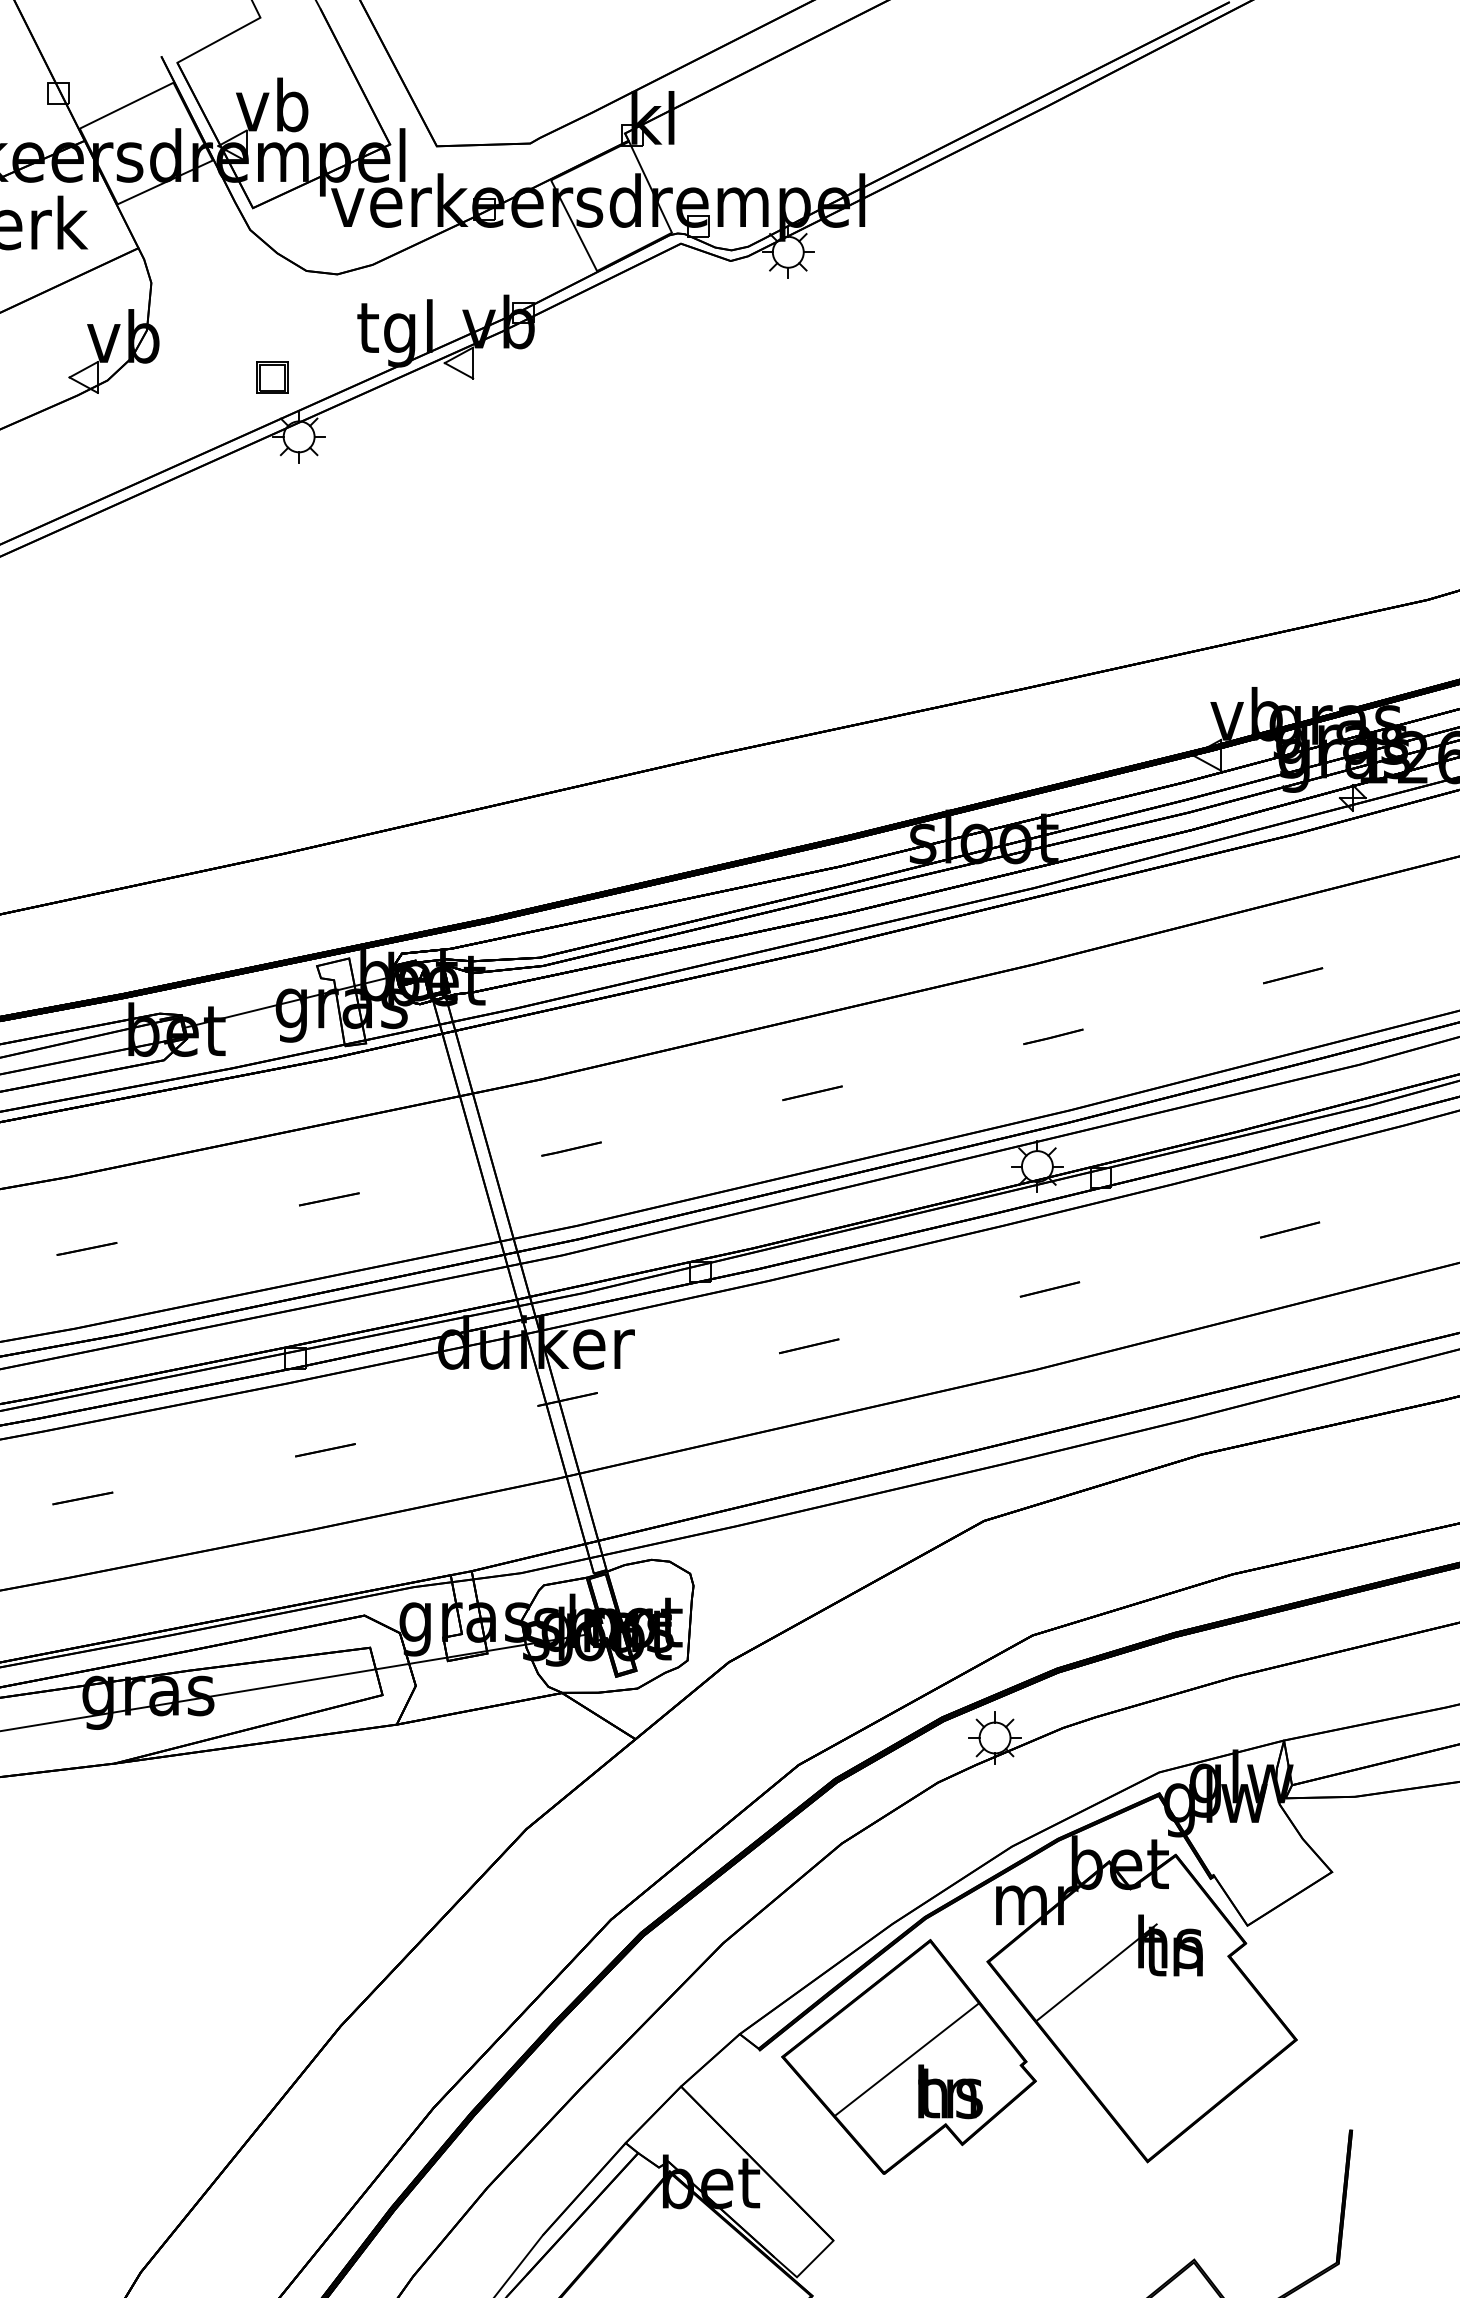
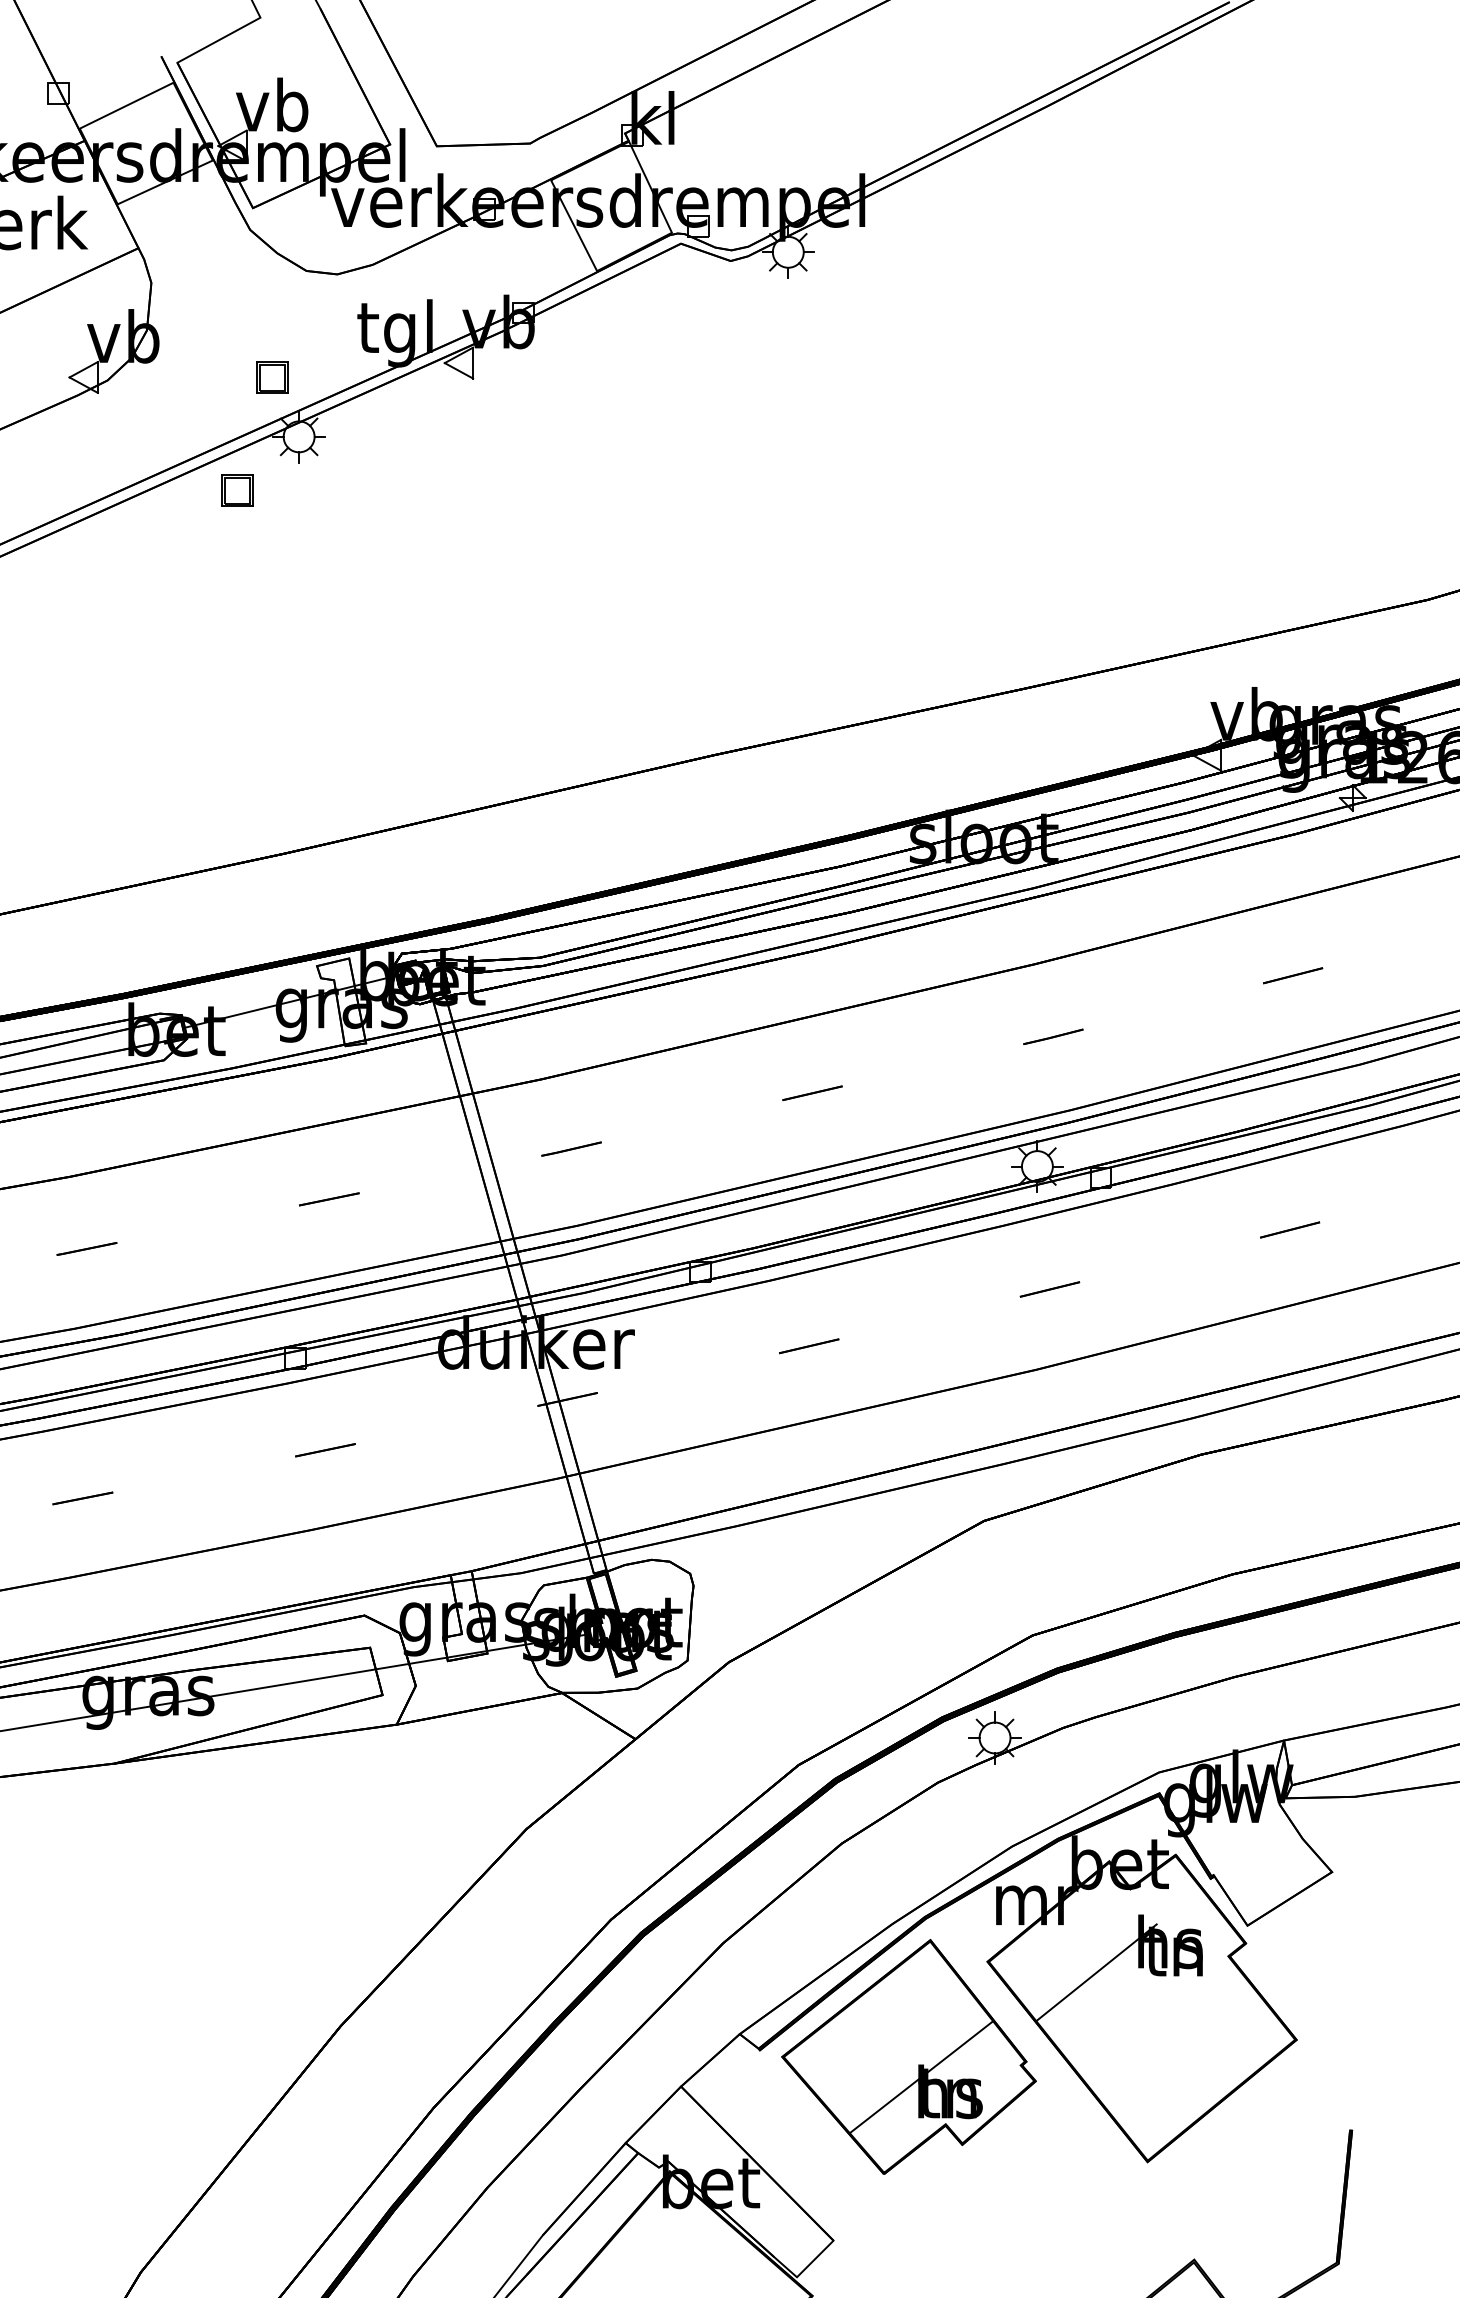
part at (237, 490): none -> present
line at (906, 2059) position: (906, 2059) -> (920, 2077)
